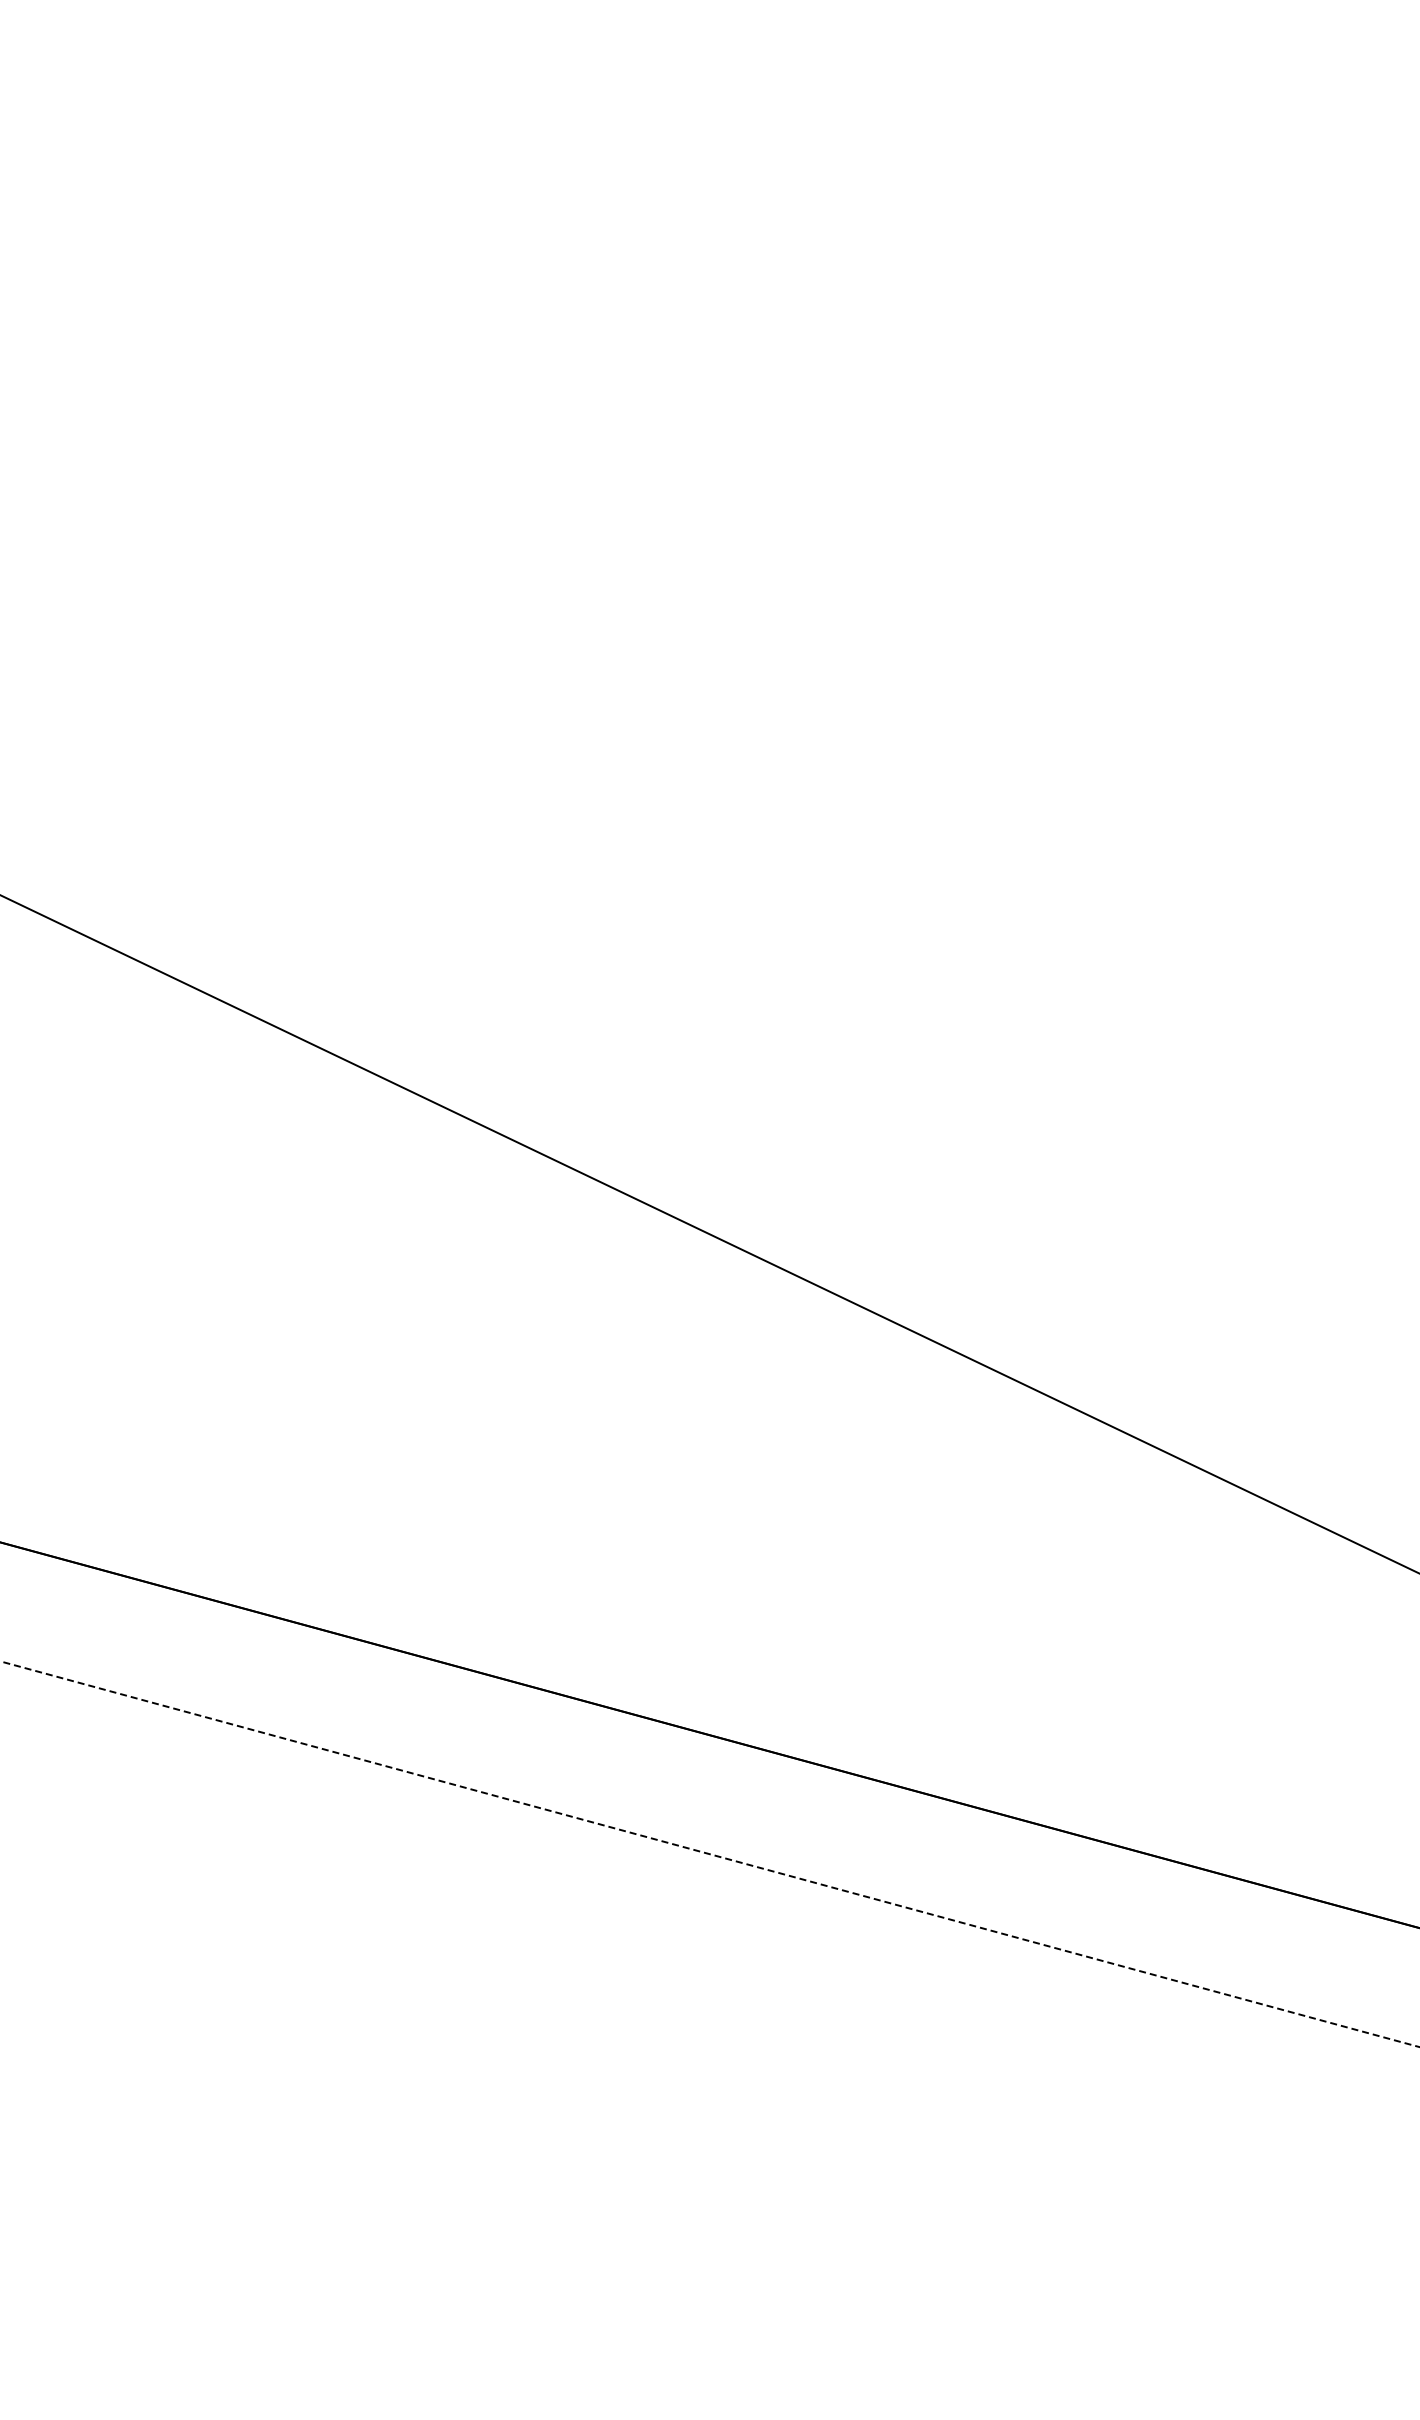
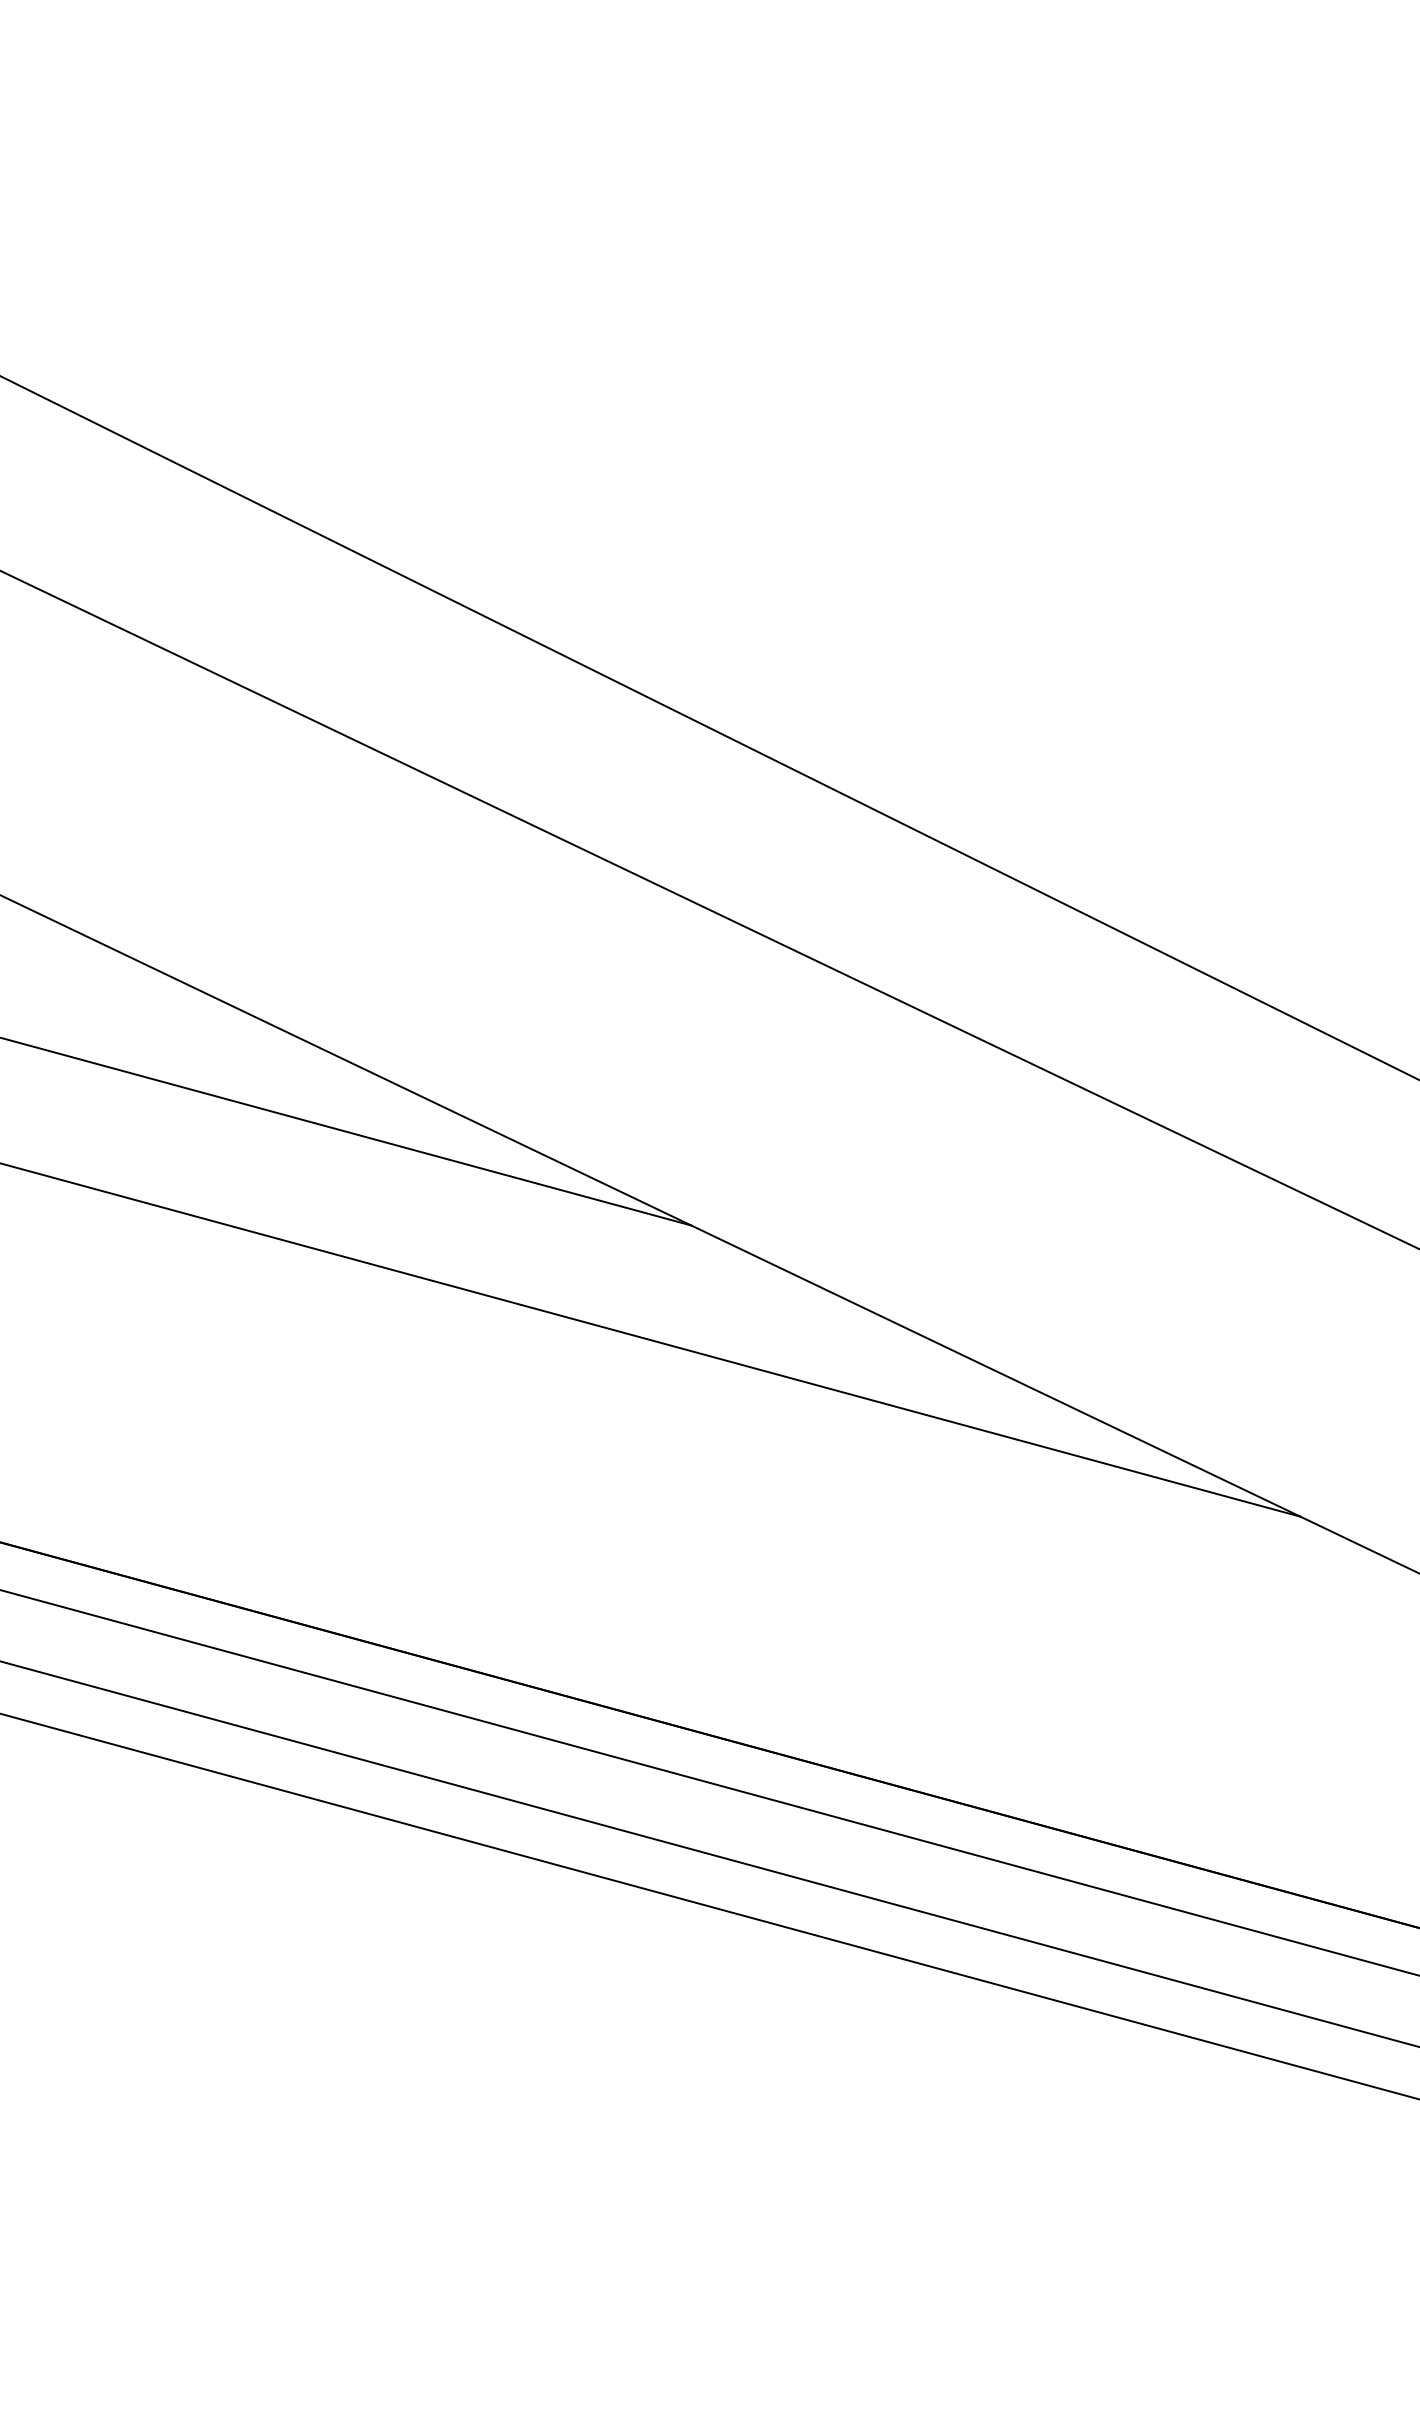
line at (709, 727): none -> present
line at (709, 909): none -> present
line at (346, 1131): none -> present
line at (651, 1339): none -> present
line at (709, 1782): none -> present
line at (709, 1854): dashed -> solid
line at (709, 1906): none -> present
